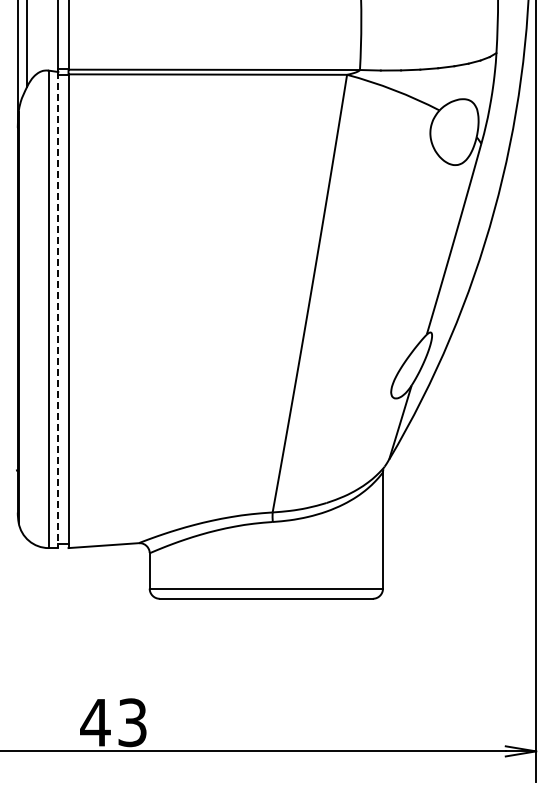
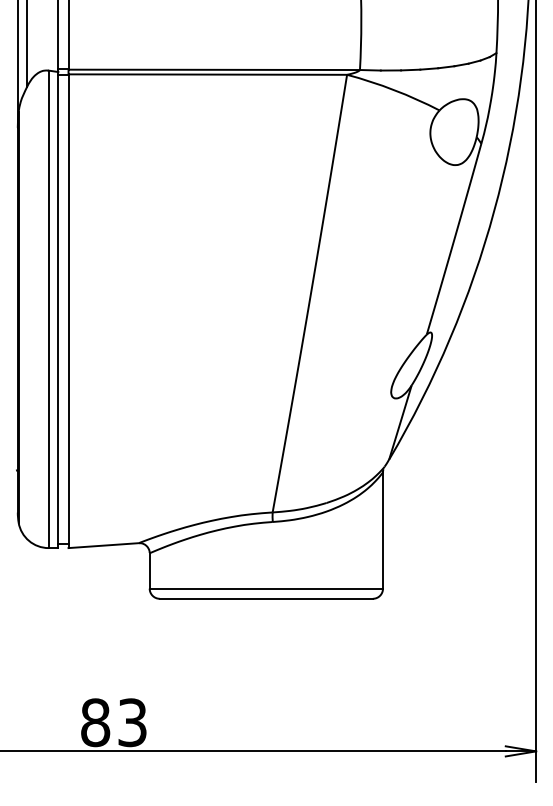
line at (58, 310): dashed -> solid
text at (95, 722): 43 -> 83
